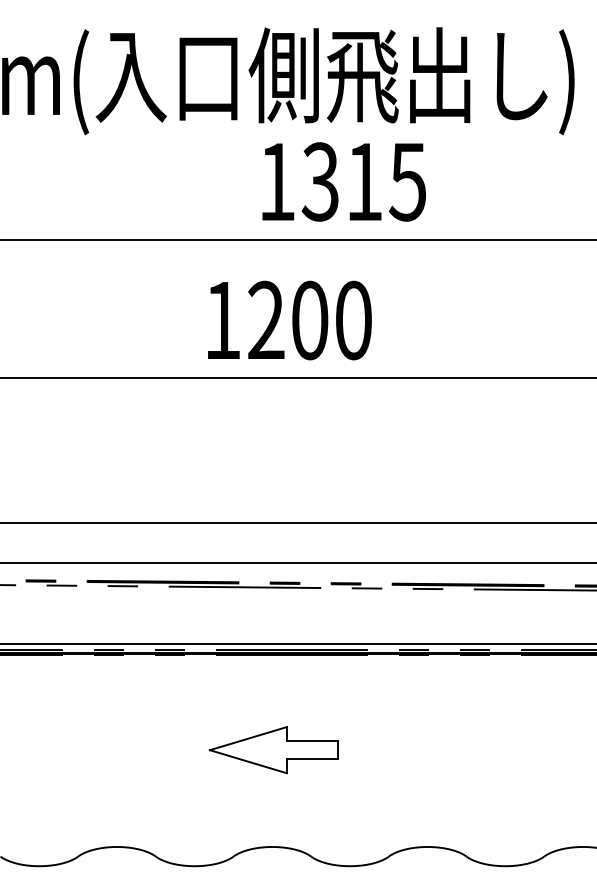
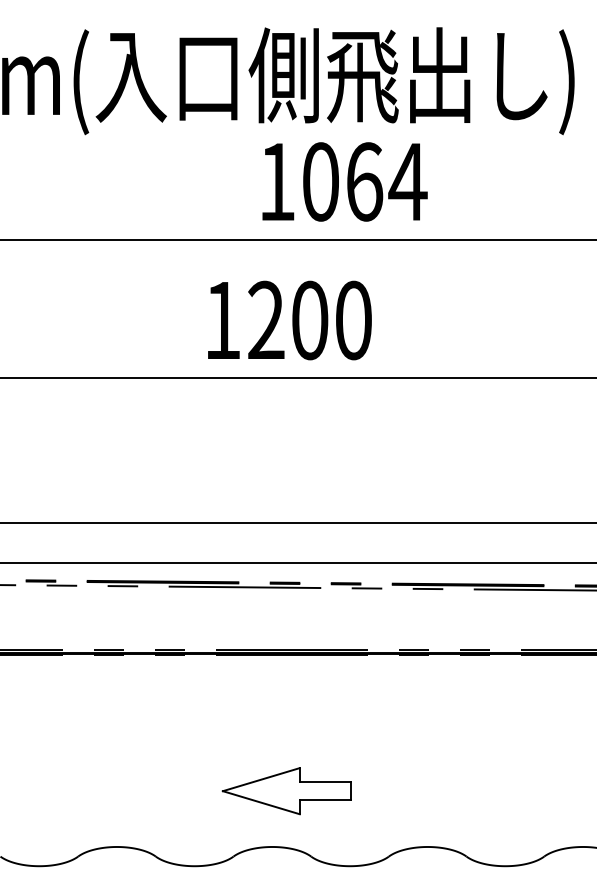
text at (364, 181): 1315 -> 1064
line at (297, 644): present -> none
part at (273, 750) position: (273, 750) -> (286, 791)
